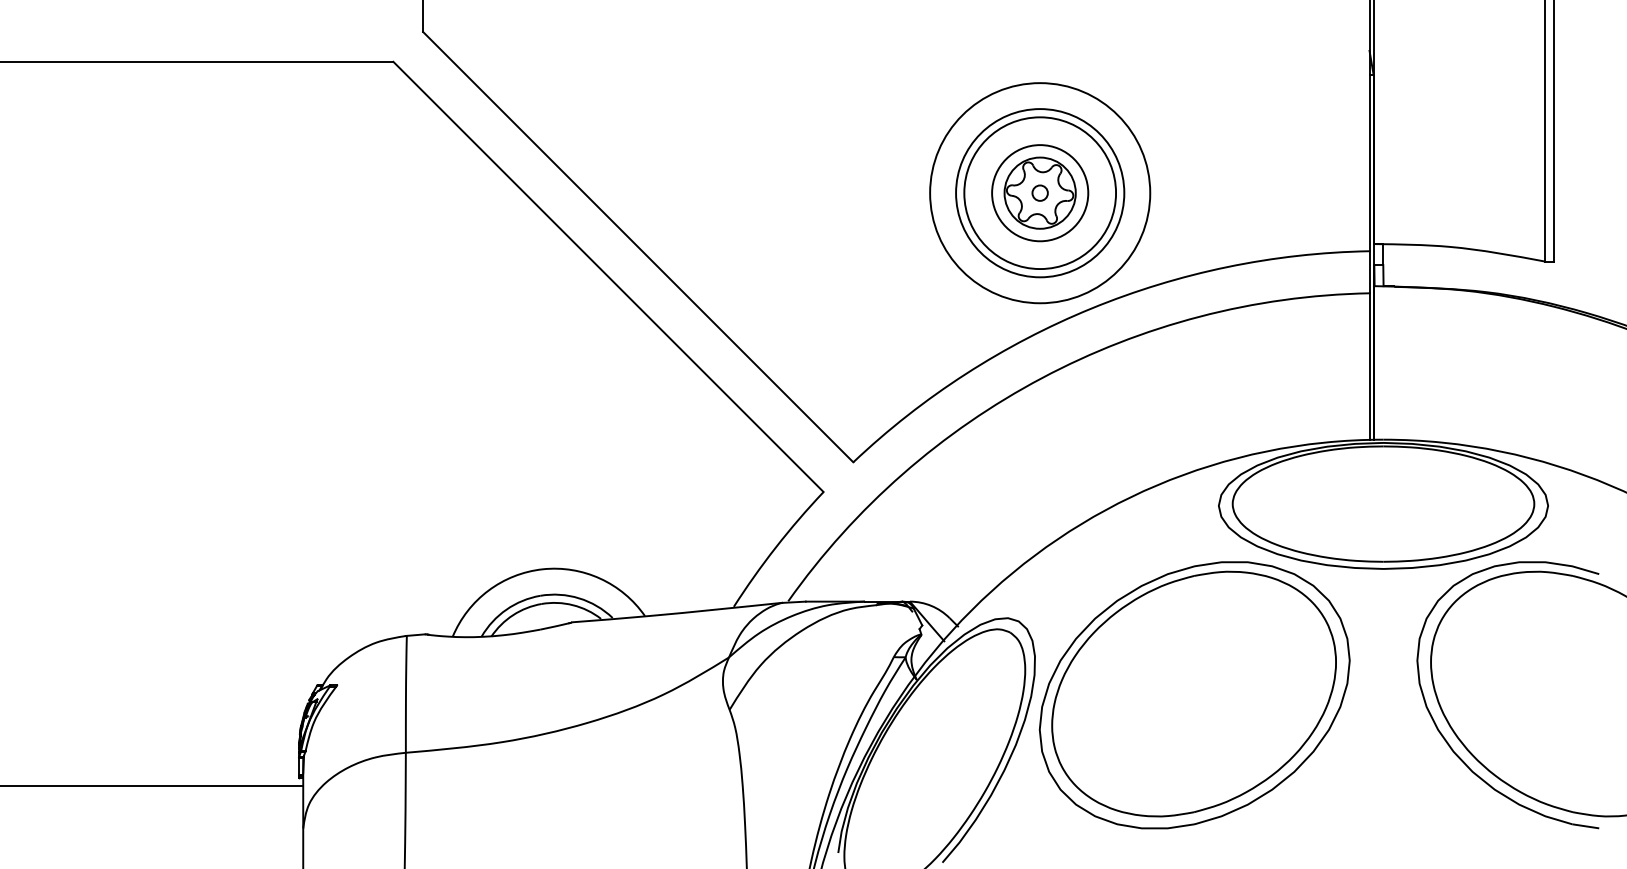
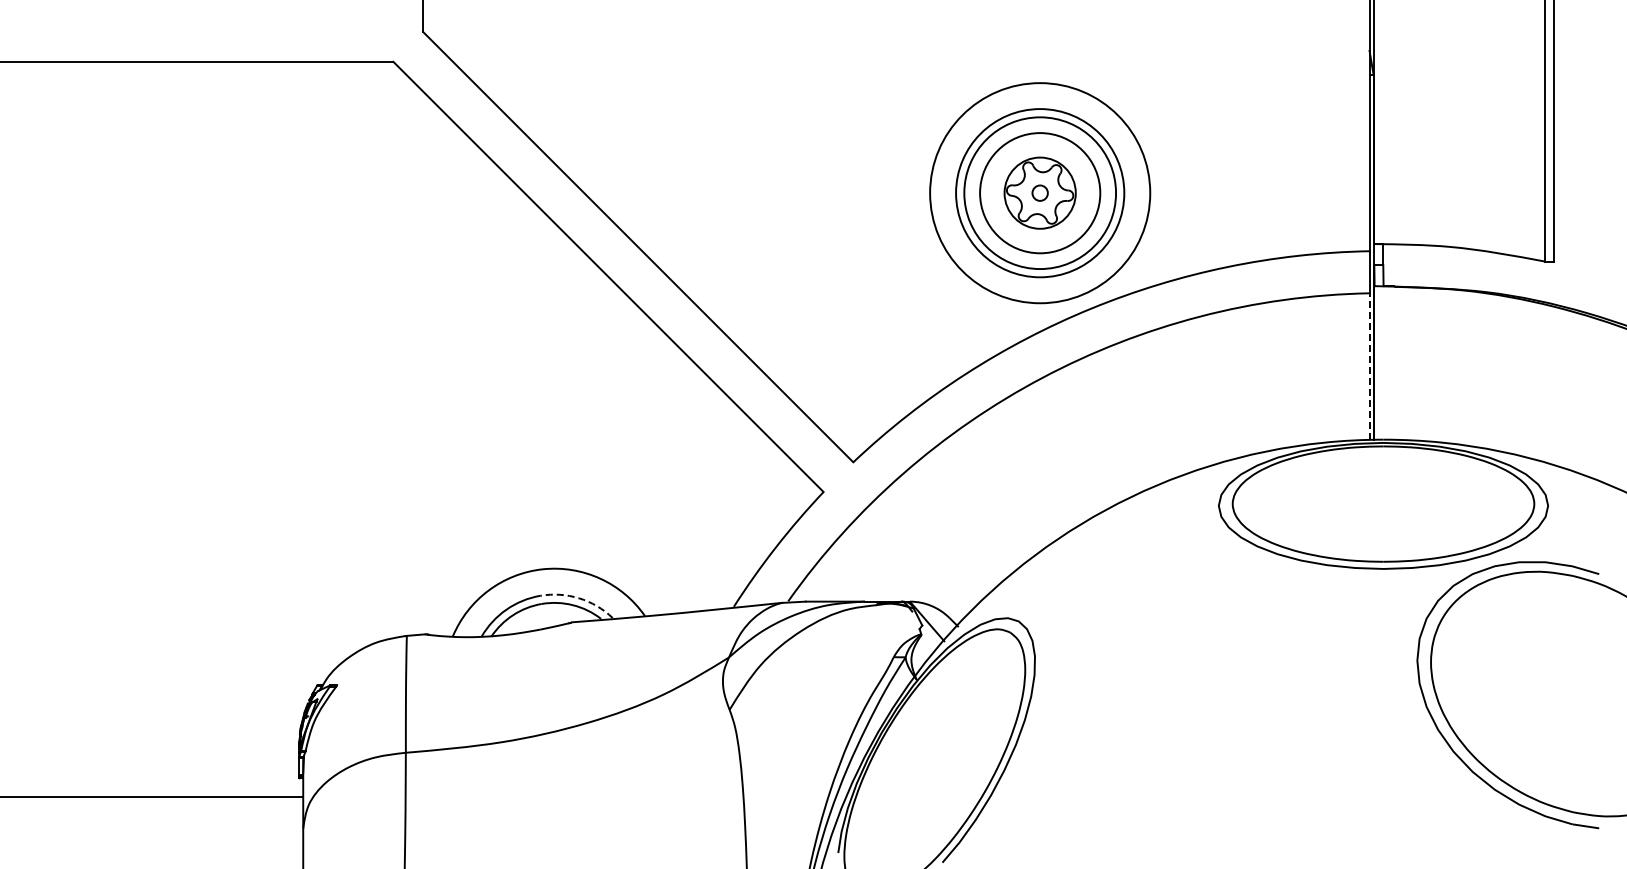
circle at (1040, 193) diameter: 96 px -> 120 px
line at (1369, 366): solid -> dashed
arc at (579, 598): solid -> dashed
part at (1194, 695): present -> none
line at (152, 786) position: (152, 786) -> (152, 797)
